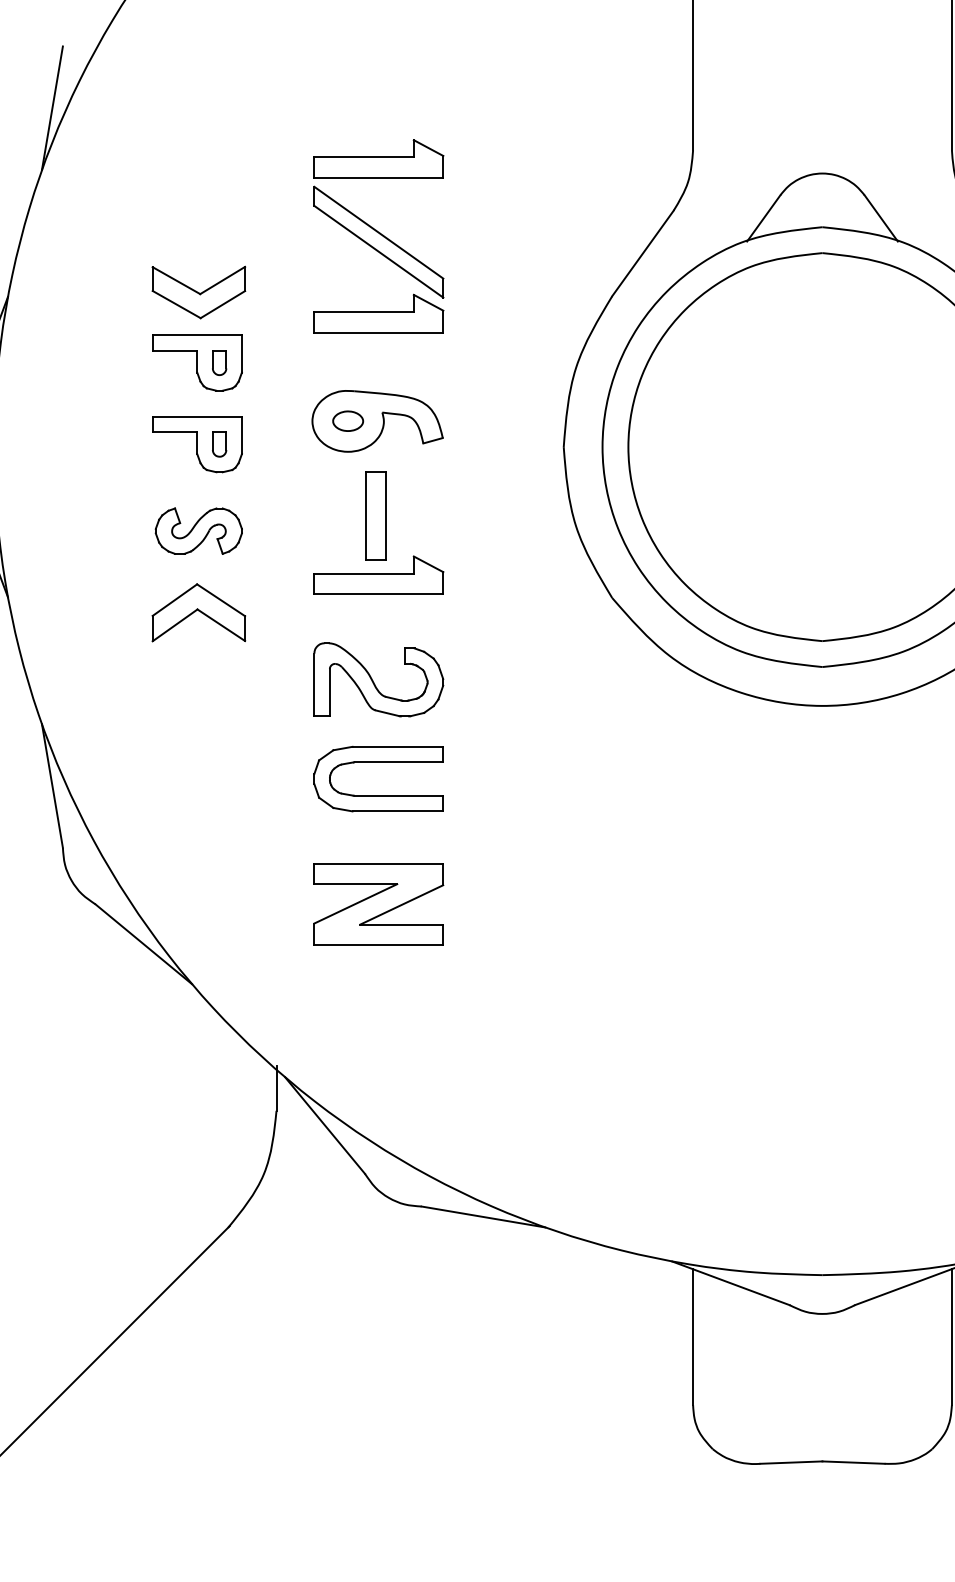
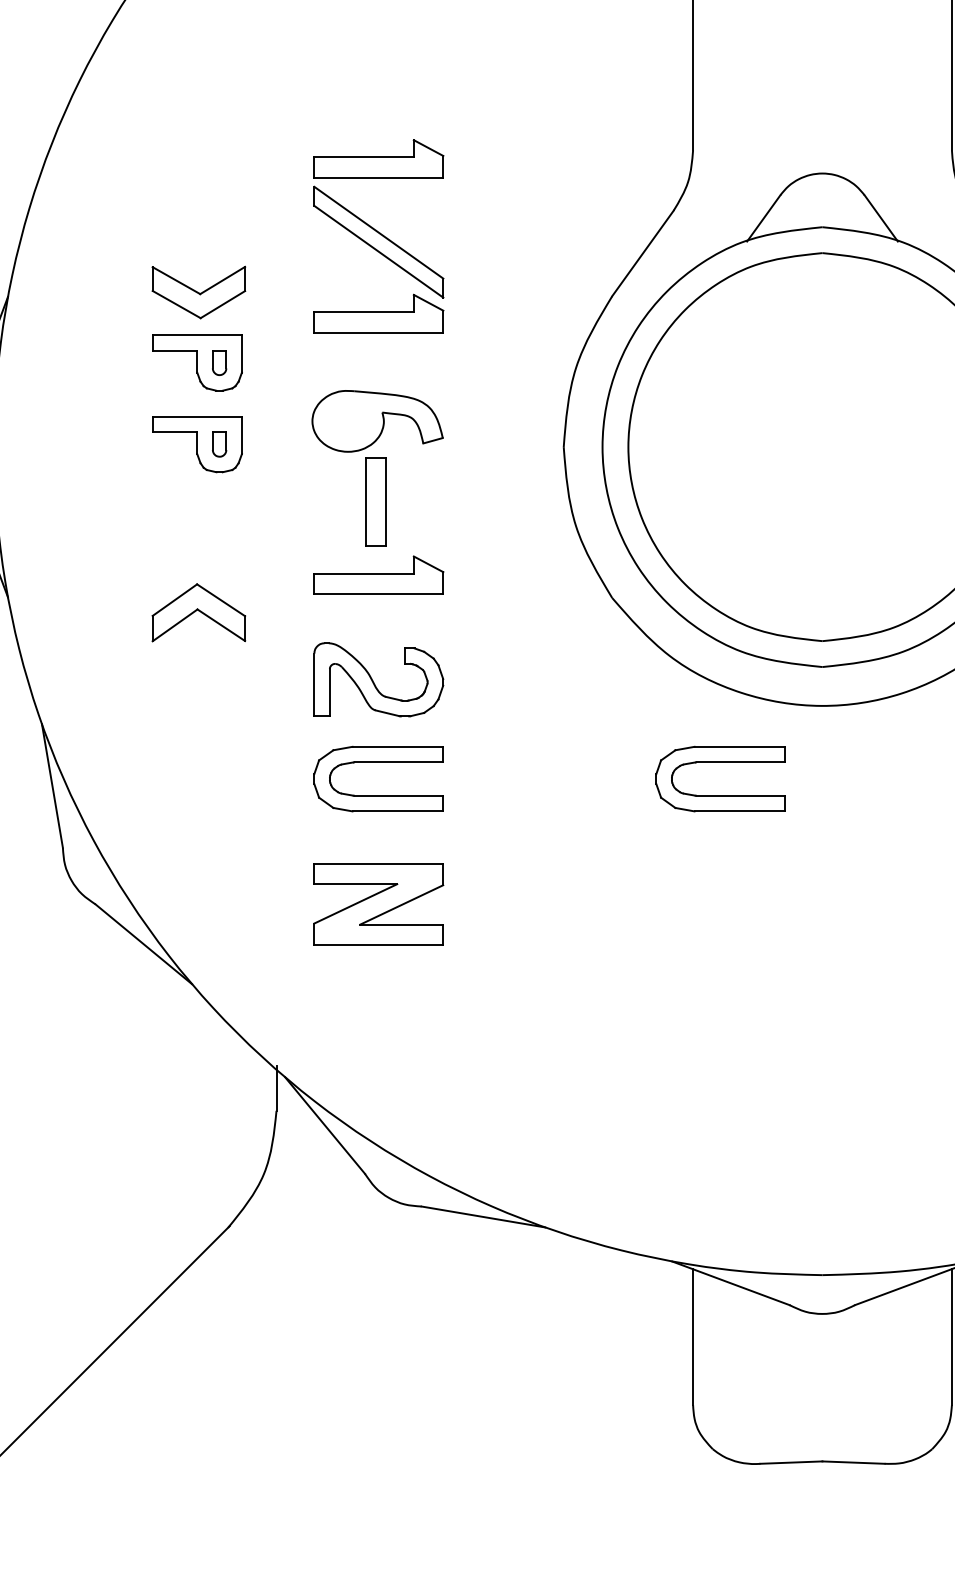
line at (52, 107): present -> none
part at (348, 420): present -> none
part at (375, 515) position: (375, 515) -> (375, 501)
part at (198, 530): present -> none
part at (720, 762): none -> present
